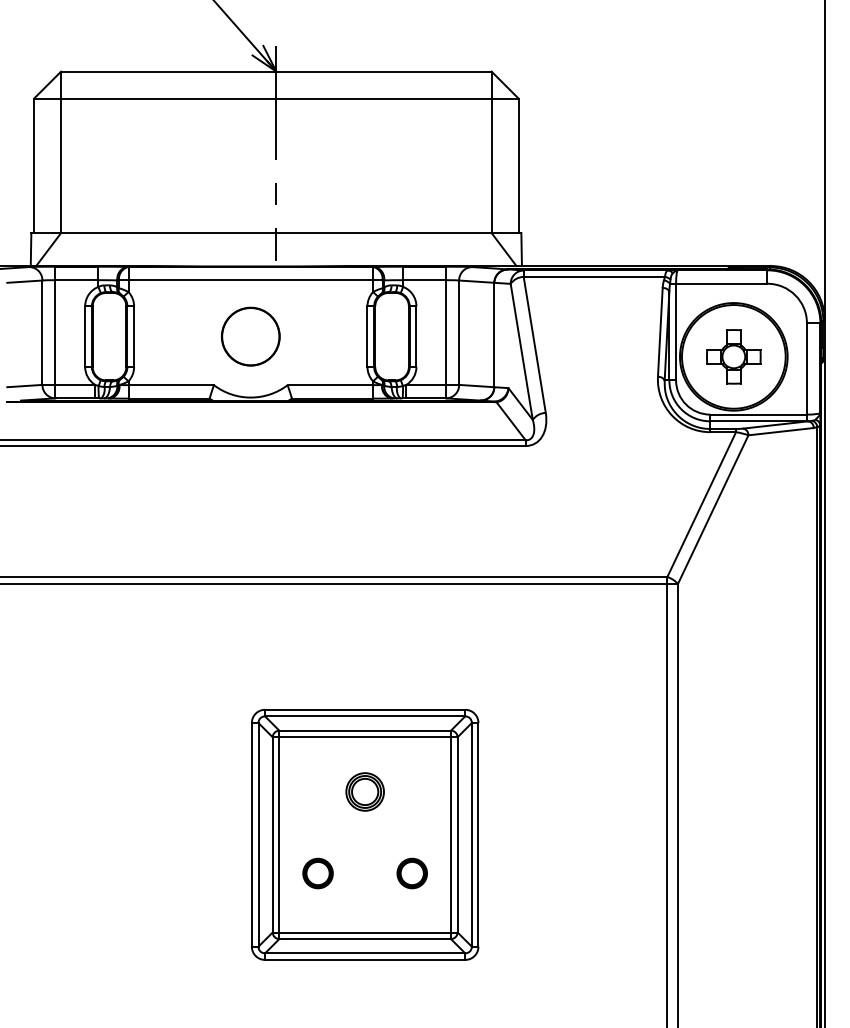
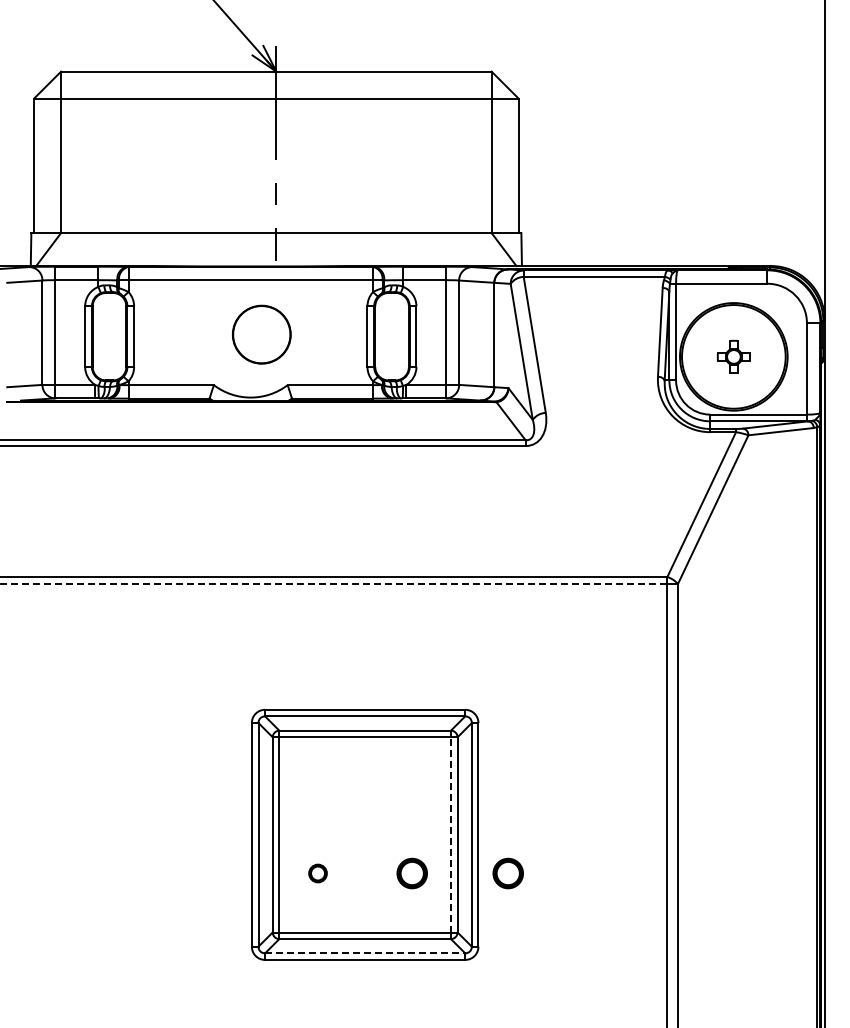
part at (250, 336) position: (250, 336) -> (261, 334)
part at (733, 356) size: 56x56 px -> 35x35 px
line at (333, 584): solid -> dashed
part at (364, 791): present -> none
line at (451, 834): solid -> dashed
part at (317, 873) size: 32x33 px -> 20x21 px
part at (507, 873): none -> present
line at (365, 953): solid -> dashed
